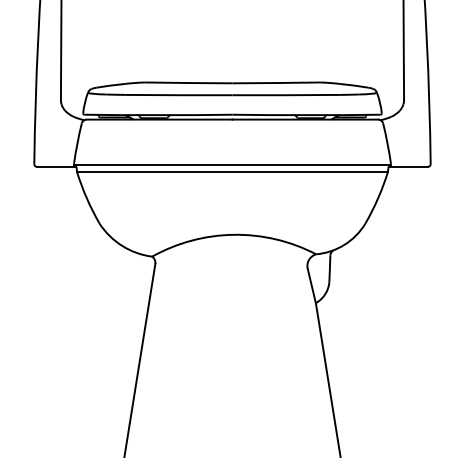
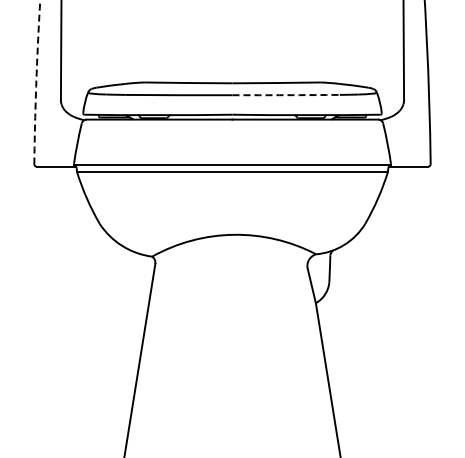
arc at (36, 81): solid -> dashed
arc at (286, 95): solid -> dashed
